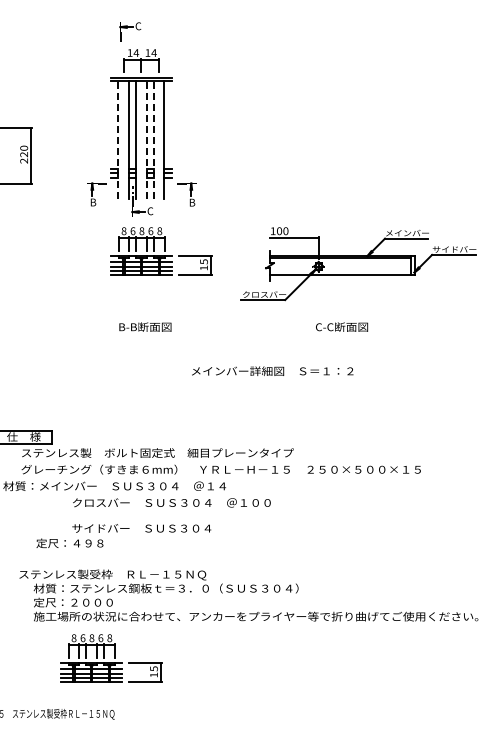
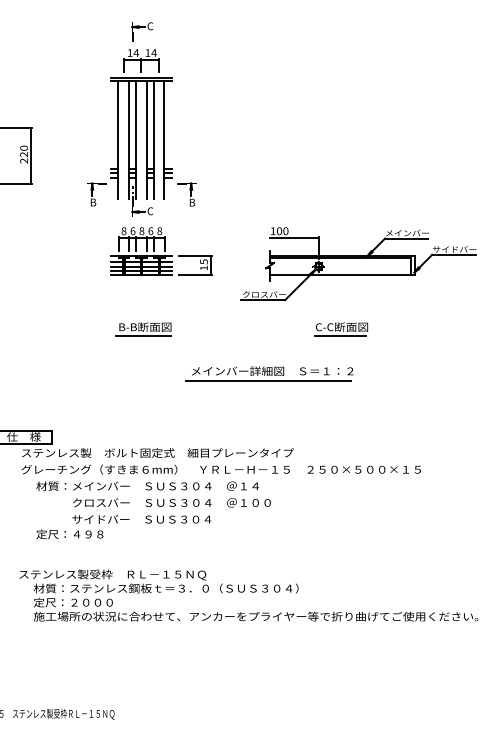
part at (130, 31) position: (130, 31) -> (142, 31)
line at (118, 140): dashed -> solid
line at (146, 140): dashed -> solid
line at (154, 140): dashed -> solid
line at (143, 336): none -> present
line at (339, 336): none -> present
line at (268, 380): none -> present
text at (114, 486) position: (114, 486) -> (147, 486)
text at (123, 536) position: (123, 536) -> (123, 527)
part at (111, 658): present -> none
